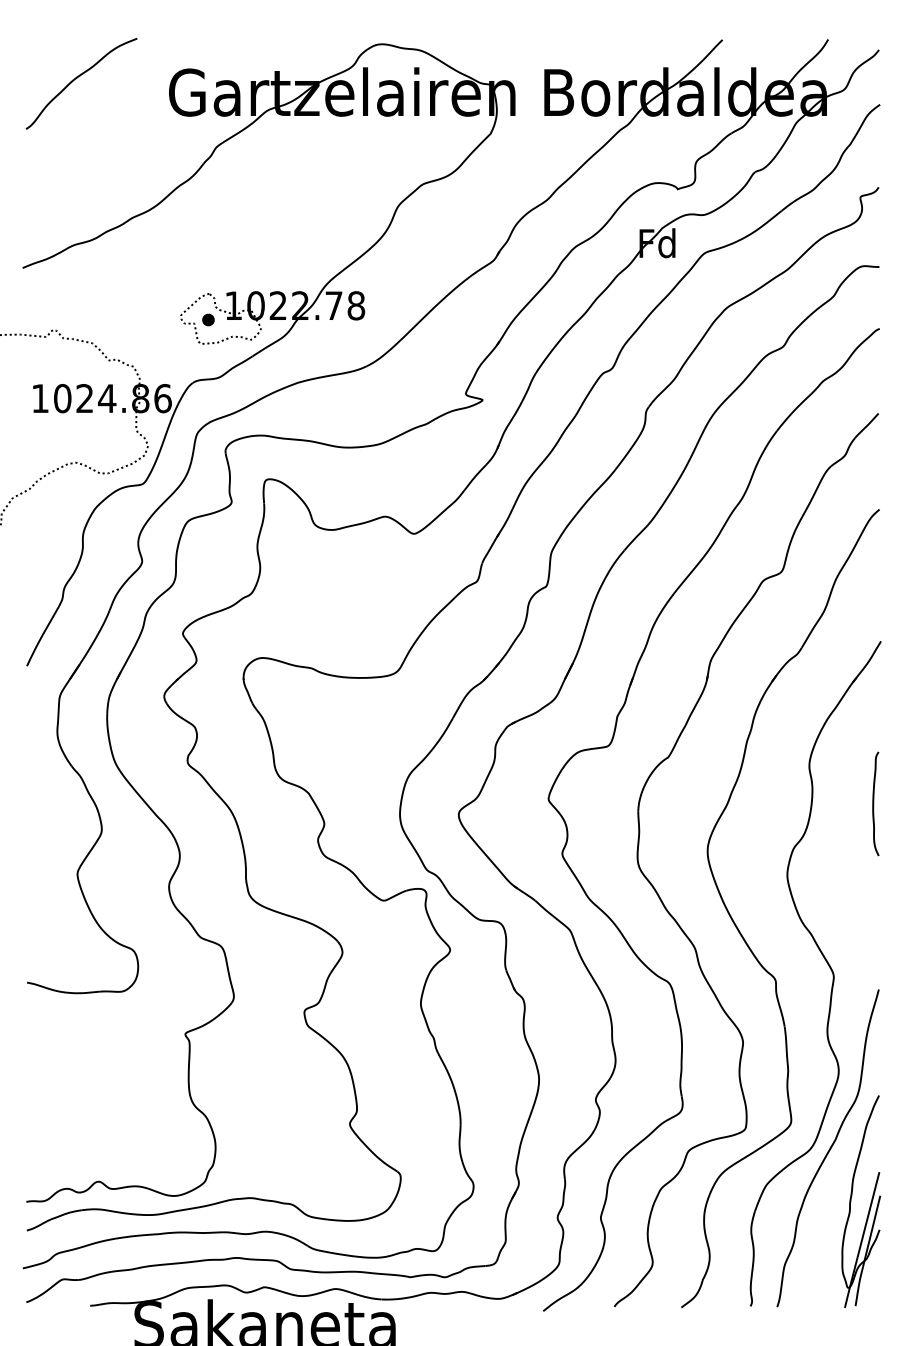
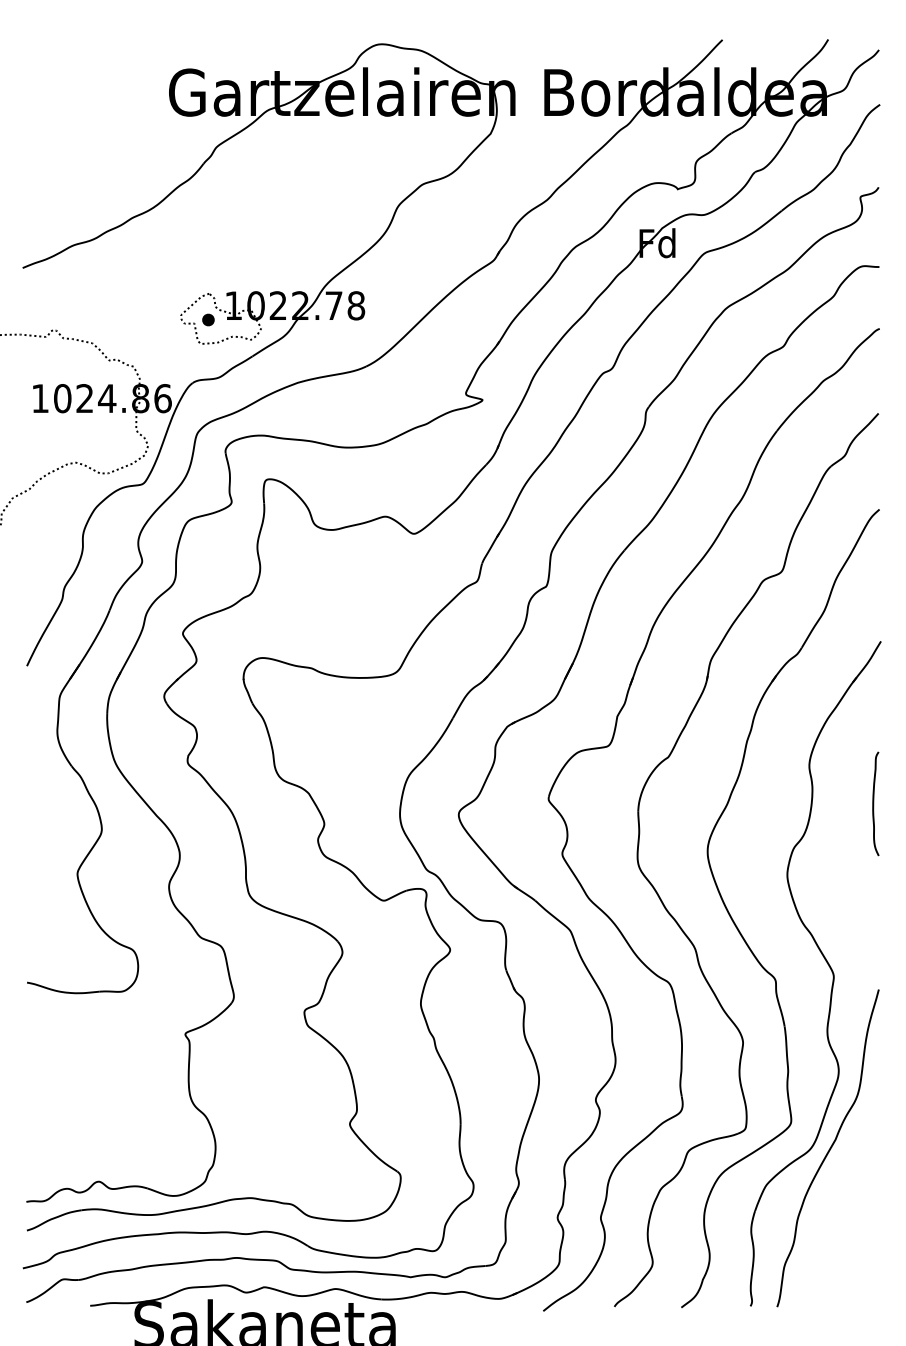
curve at (77, 78): present -> none
part at (870, 1202): present -> none
